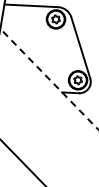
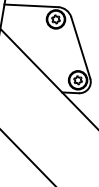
line at (49, 79): dashed -> solid
line at (22, 162) position: (22, 162) -> (27, 157)
